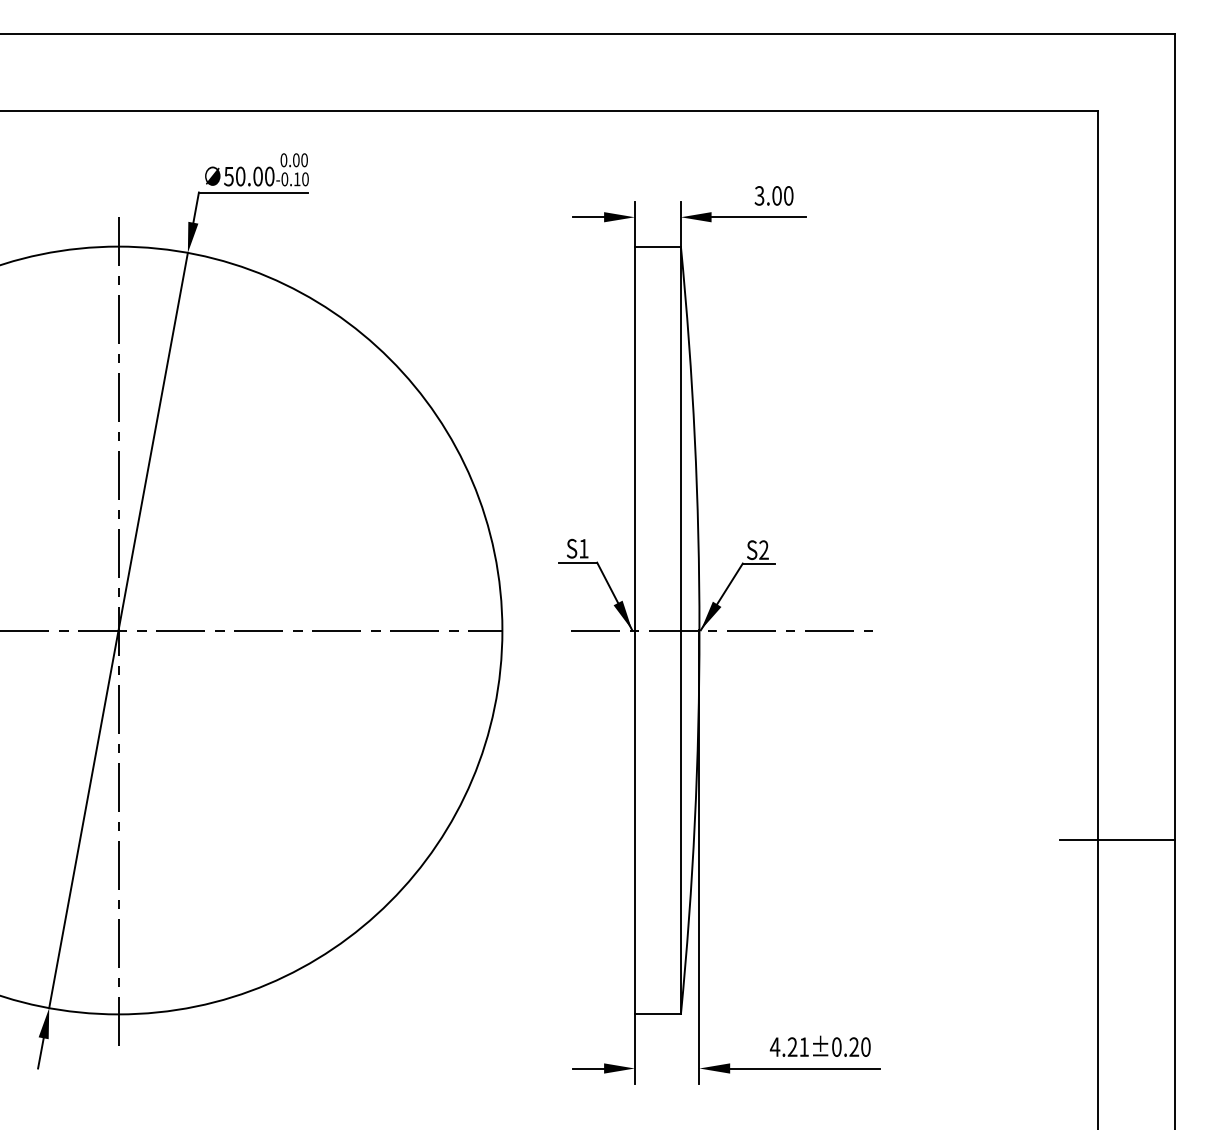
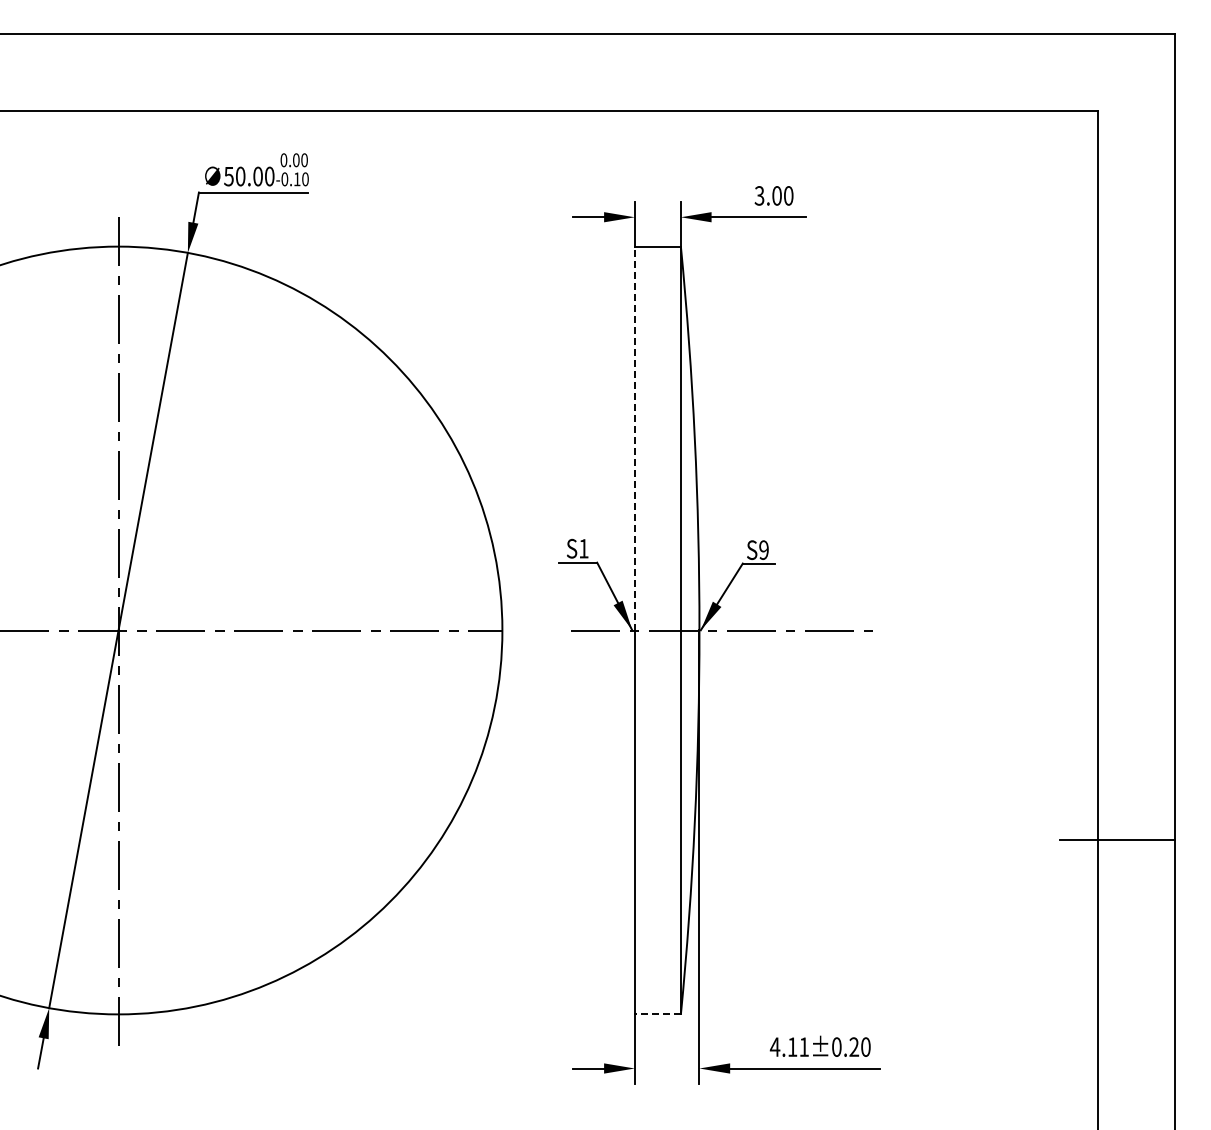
line at (634, 438): solid -> dashed
text at (763, 549): S2 -> S9
line at (657, 1014): solid -> dashed
text at (792, 1046): 4.21±0.20 -> 4.11±0.20
